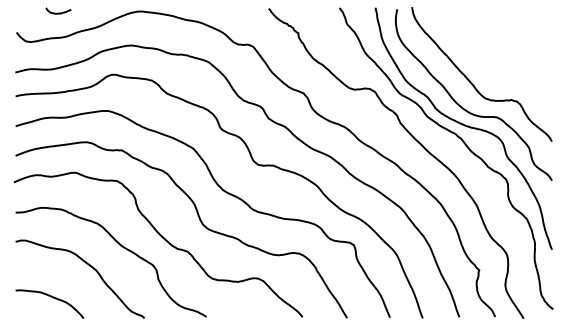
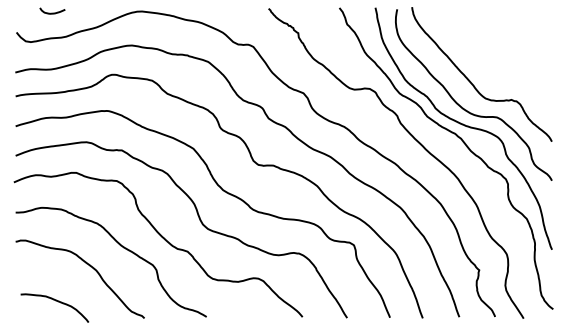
curve at (58, 12) position: (58, 12) -> (52, 12)
curve at (50, 297) position: (50, 297) -> (55, 301)
